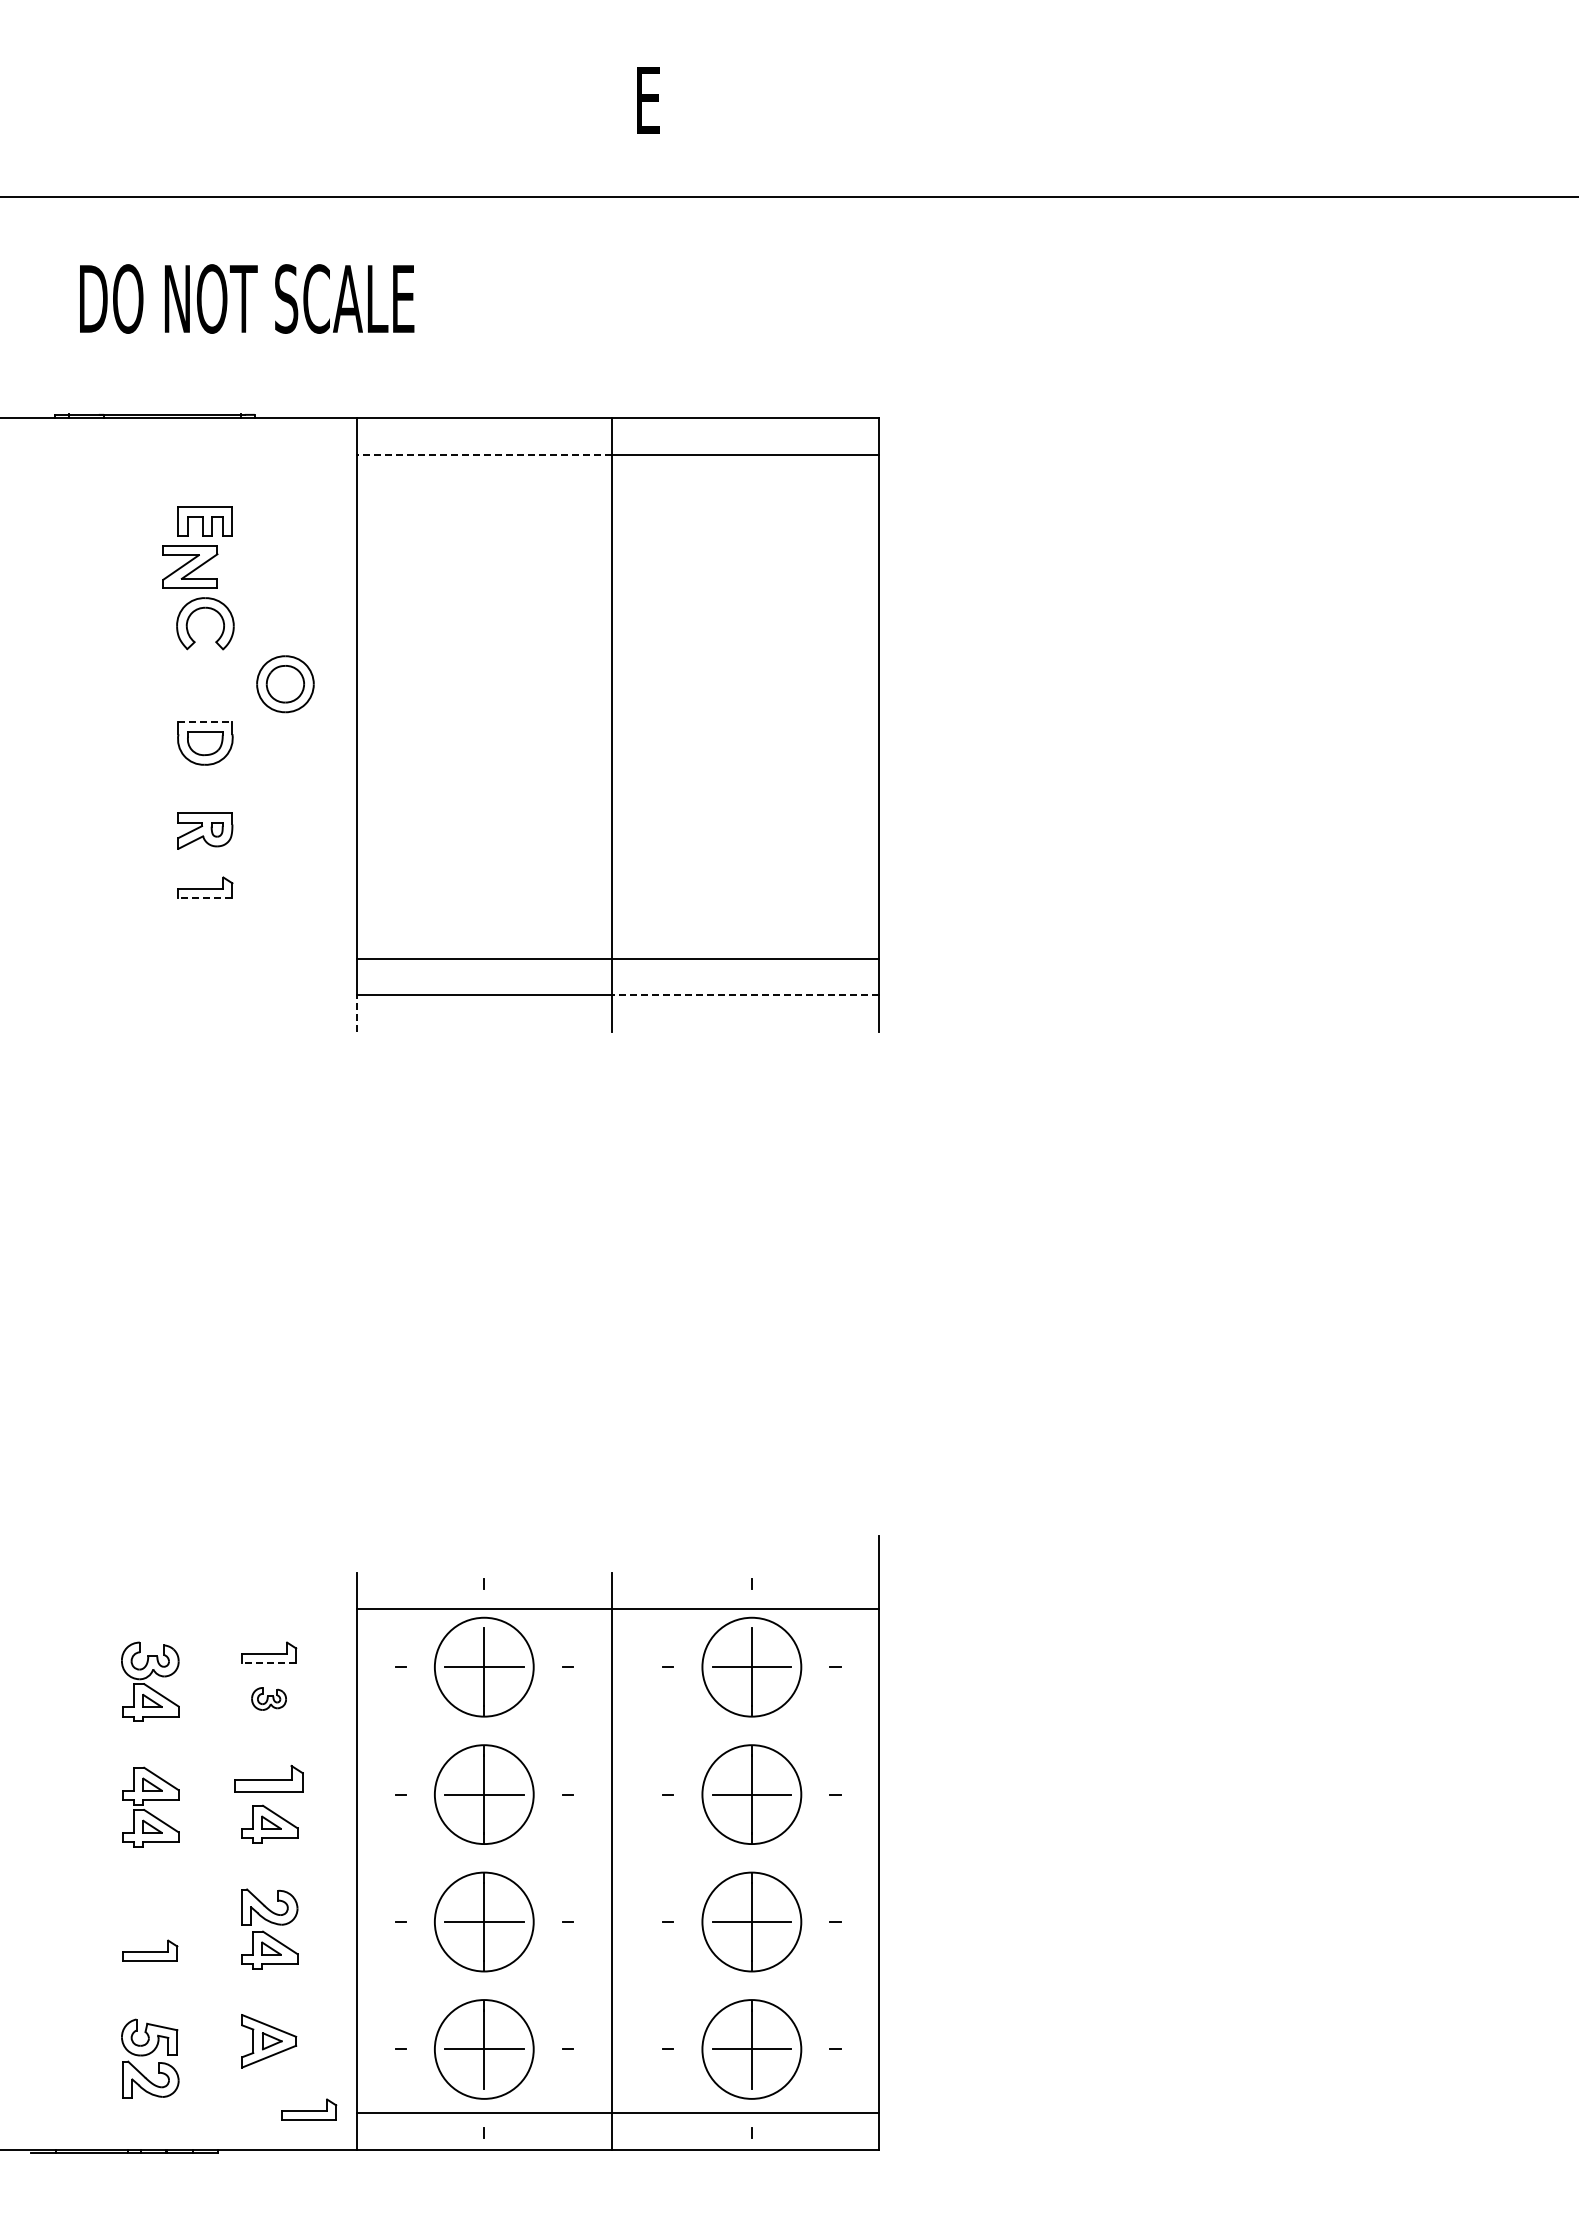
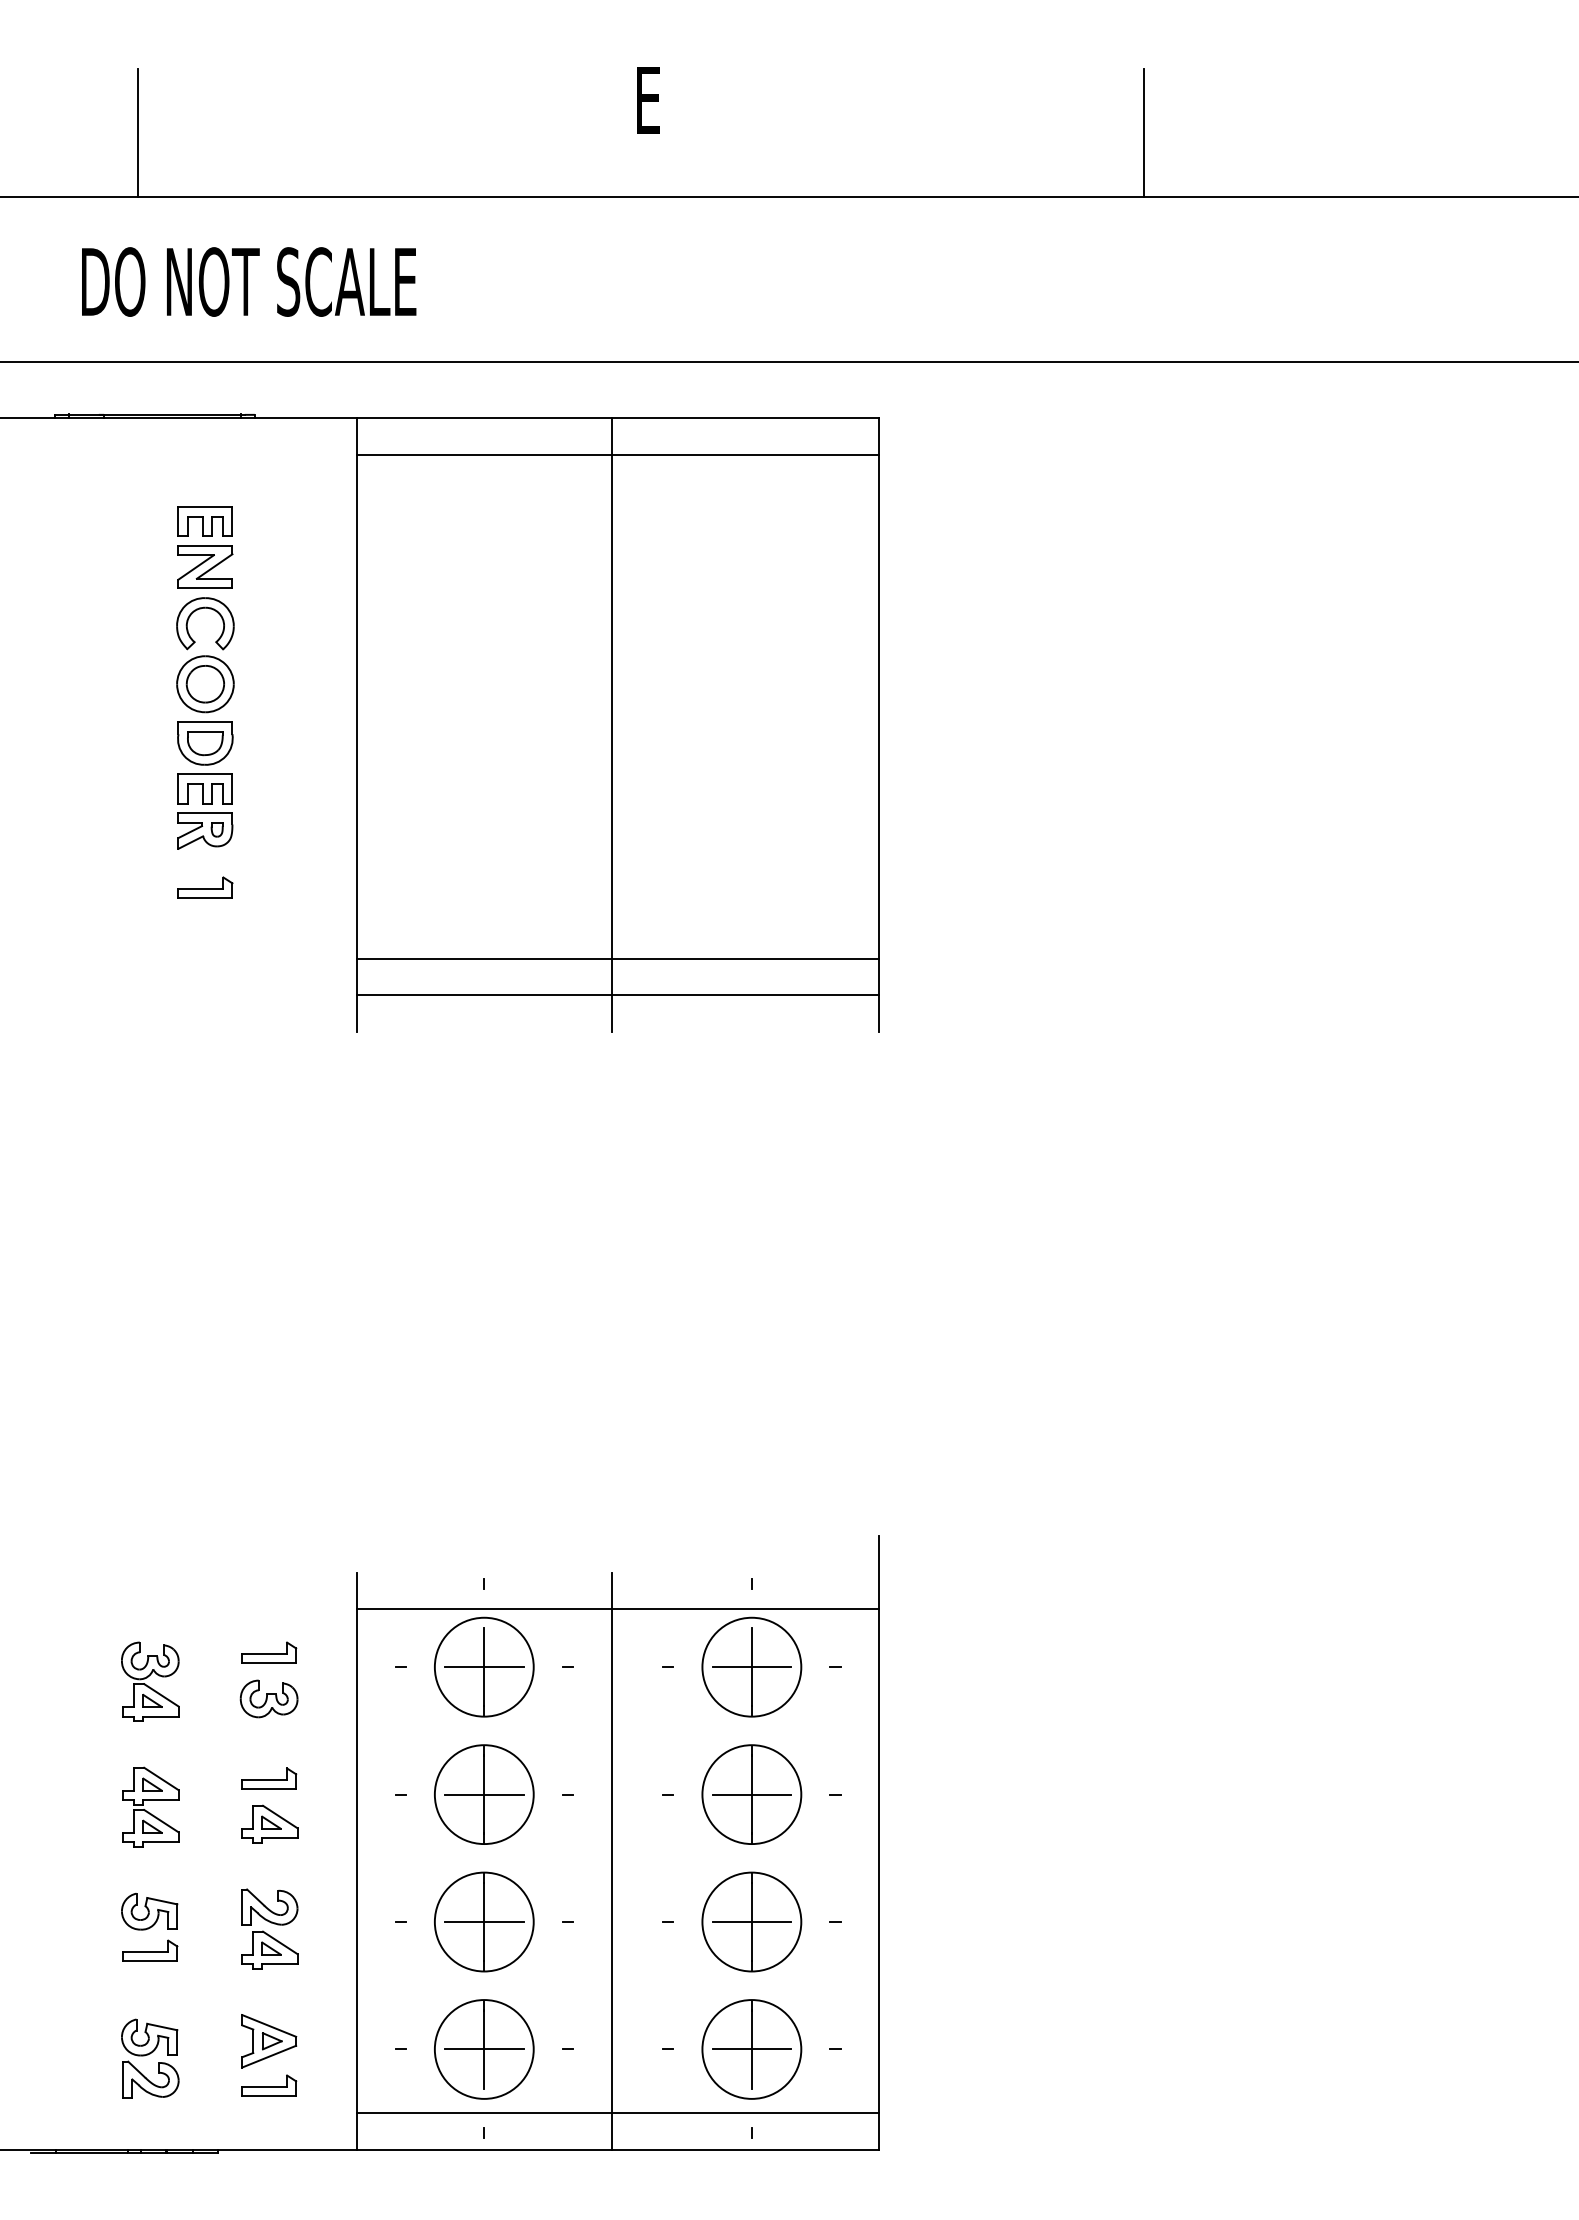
line at (137, 132): none -> present
line at (1144, 132): none -> present
text at (247, 298) position: (247, 298) -> (249, 281)
line at (788, 361): none -> present
line at (483, 454): dashed -> solid
part at (190, 566) position: (190, 566) -> (205, 566)
part at (285, 684) position: (285, 684) -> (205, 684)
line at (205, 721): dashed -> solid
part at (204, 788): none -> present
line at (205, 898): dashed -> solid
line at (745, 995): dashed -> solid
line at (356, 1013): dashed -> solid
line at (269, 1663): dashed -> solid
part at (268, 1698) size: 36x24 px -> 60x40 px
part at (268, 1778) size: 70x29 px -> 57x23 px
part at (149, 1911): none -> present
part at (309, 2109) position: (309, 2109) -> (269, 2085)
